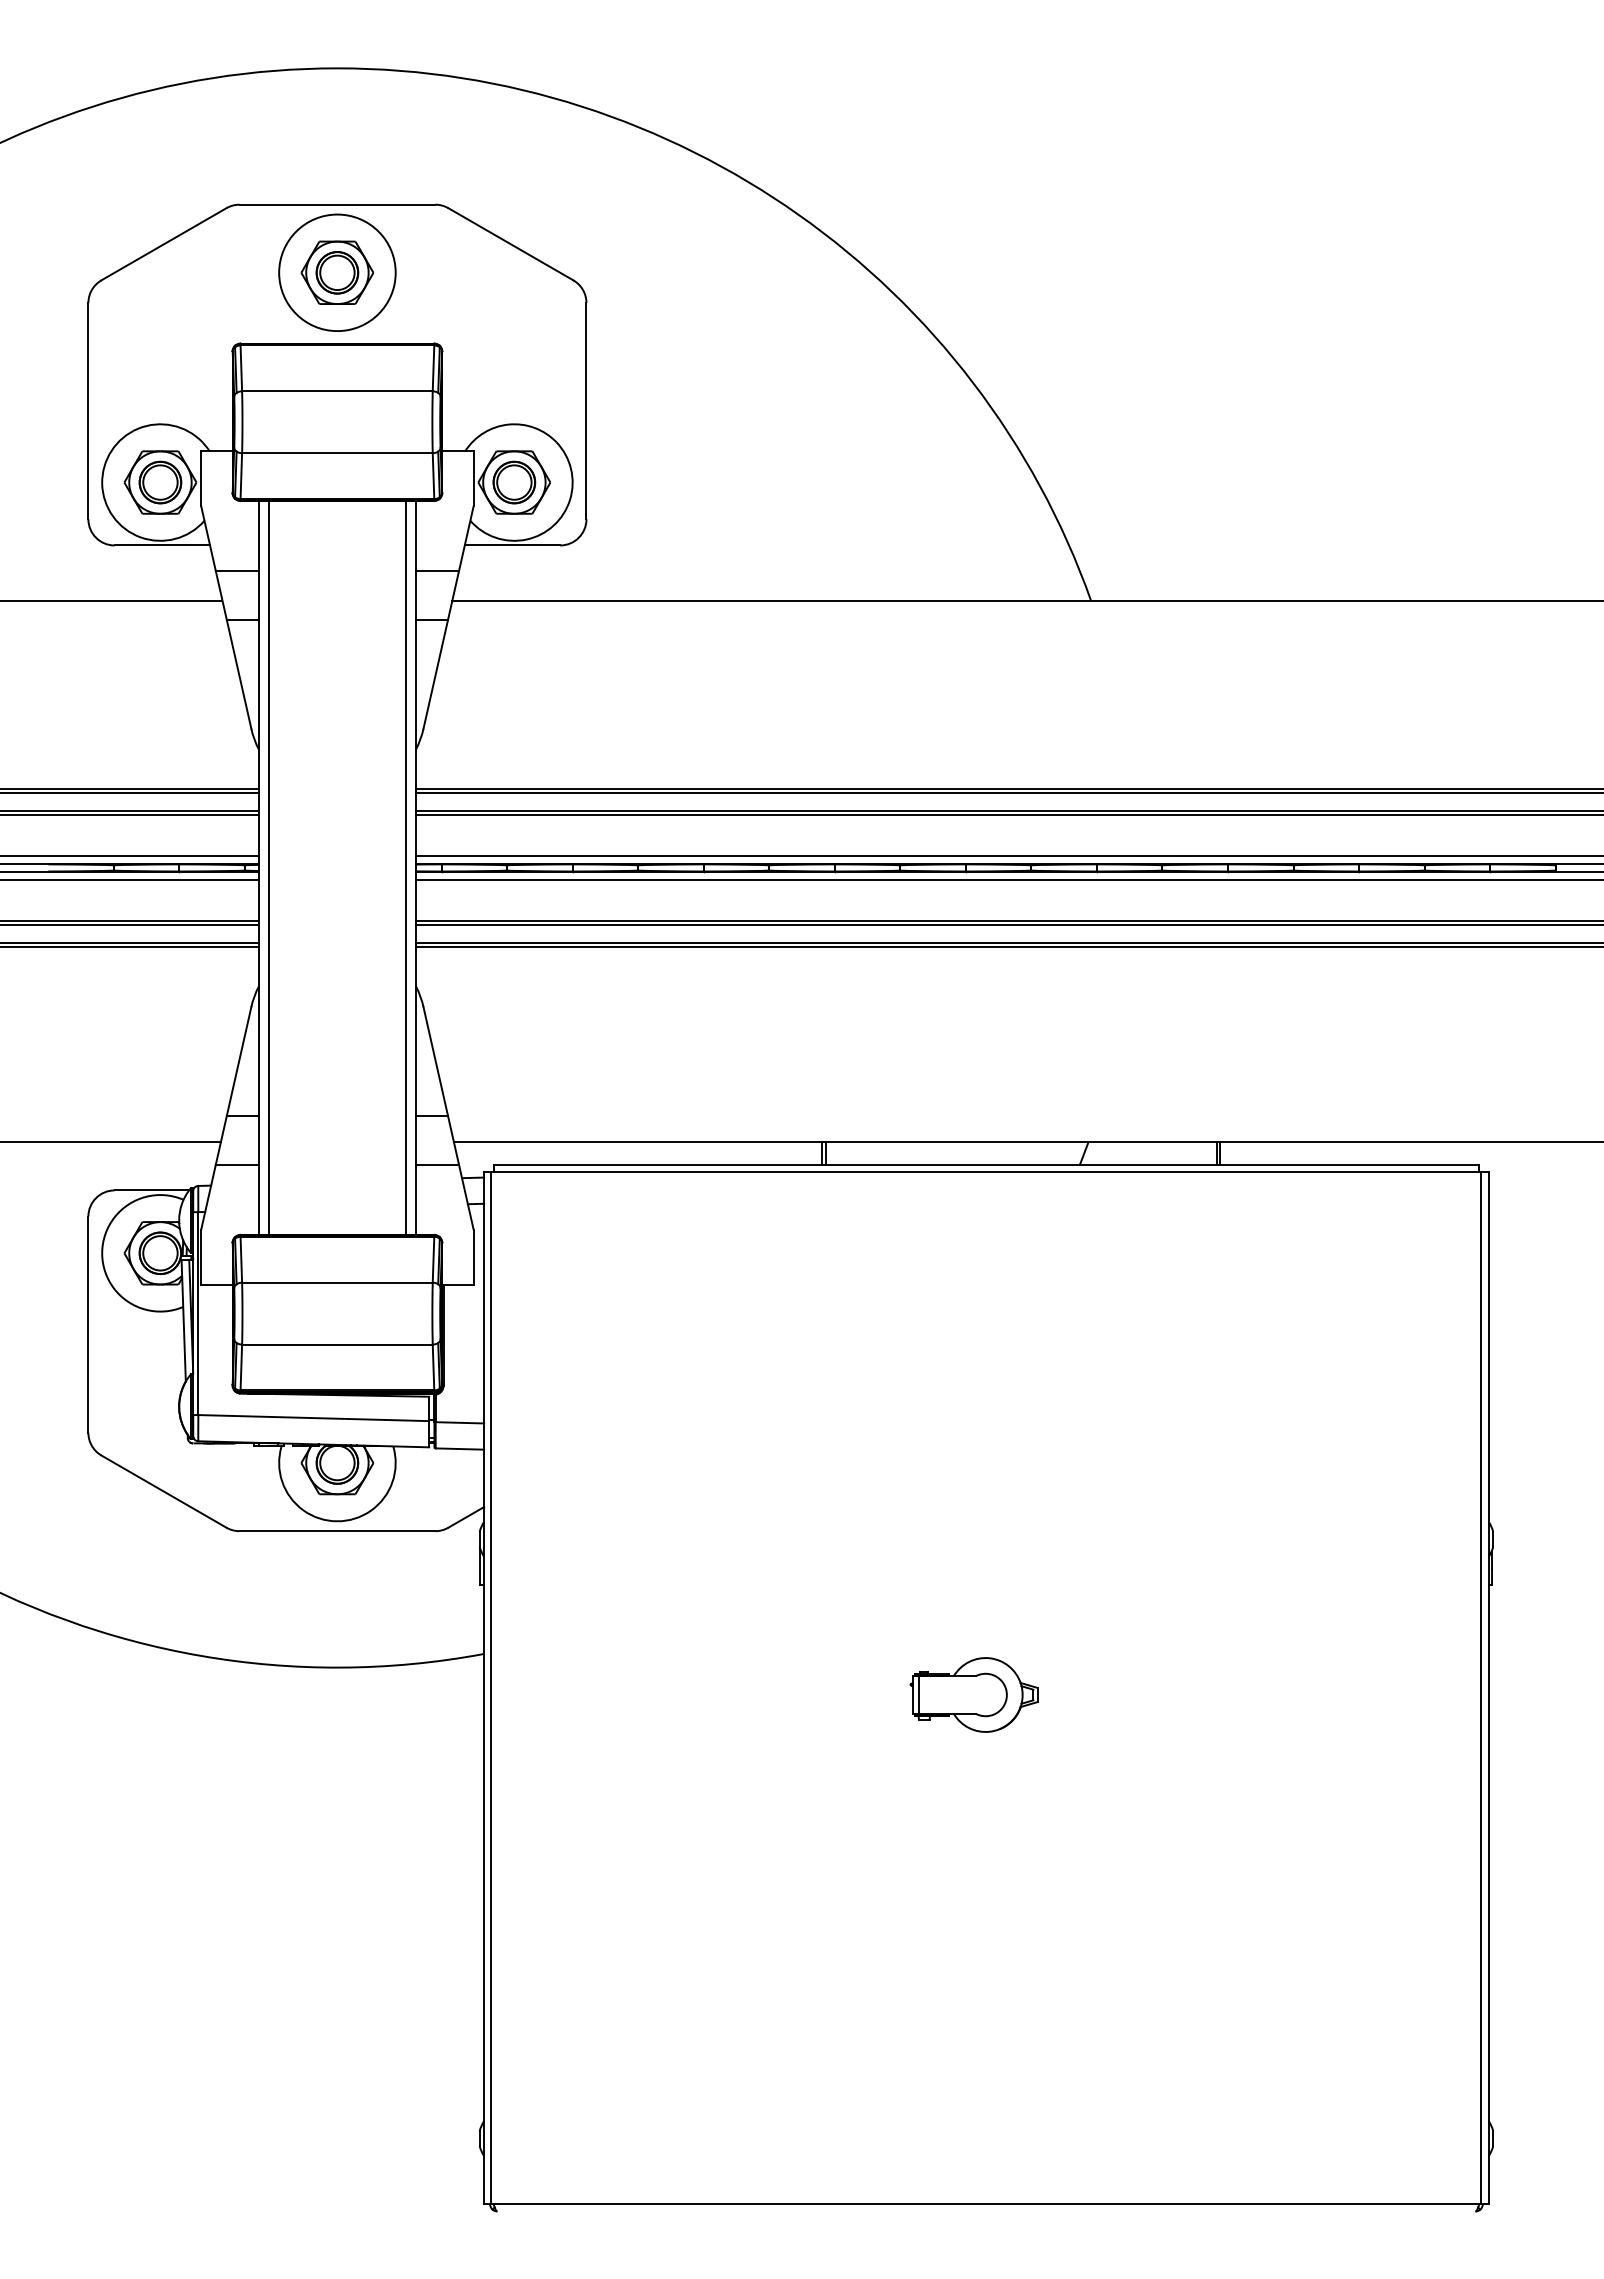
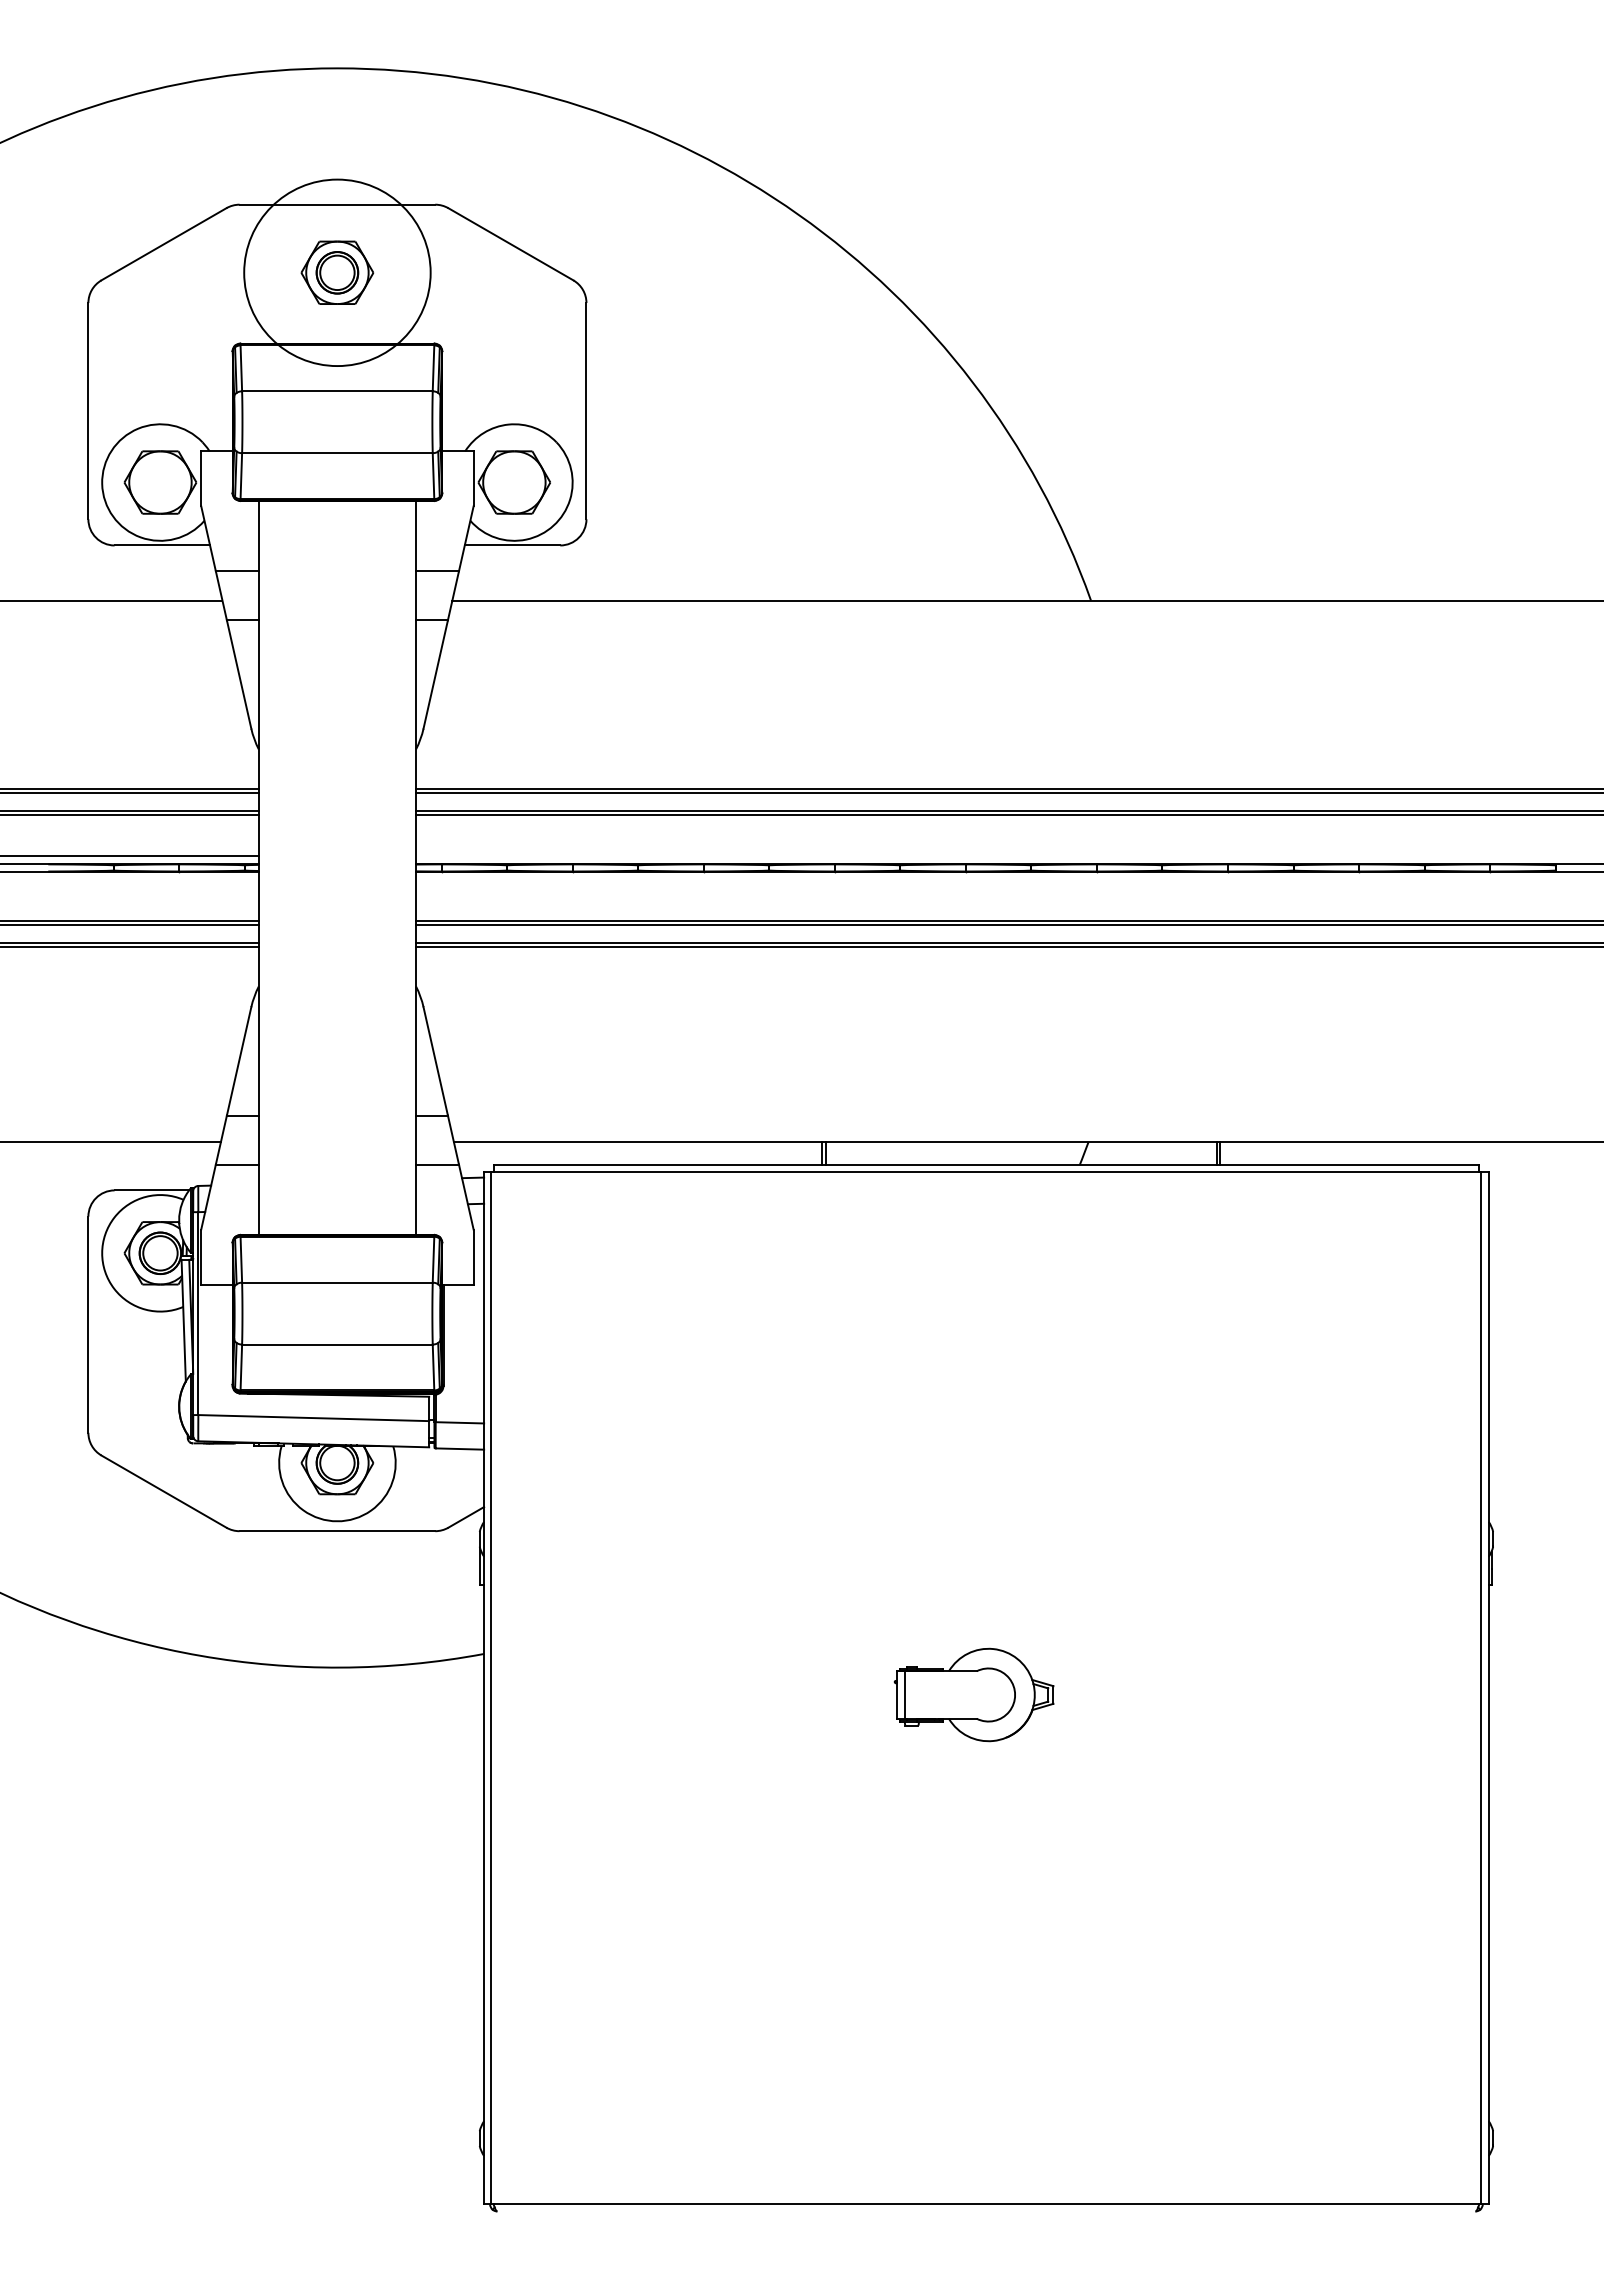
circle at (337, 272) diameter: 117 px -> 186 px
part at (160, 482): present -> none
part at (514, 482): present -> none
line at (1008, 856): present -> none
line at (269, 867): present -> none
line at (405, 867): present -> none
line at (130, 879): present -> none
line at (1008, 879): present -> none
part at (973, 1694) size: 130x76 px -> 162x96 px
